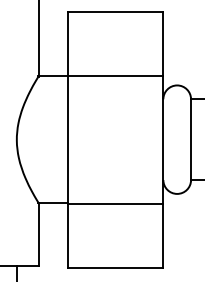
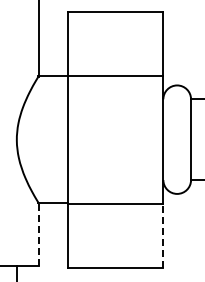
line at (38, 234): solid -> dashed
line at (163, 235): solid -> dashed
